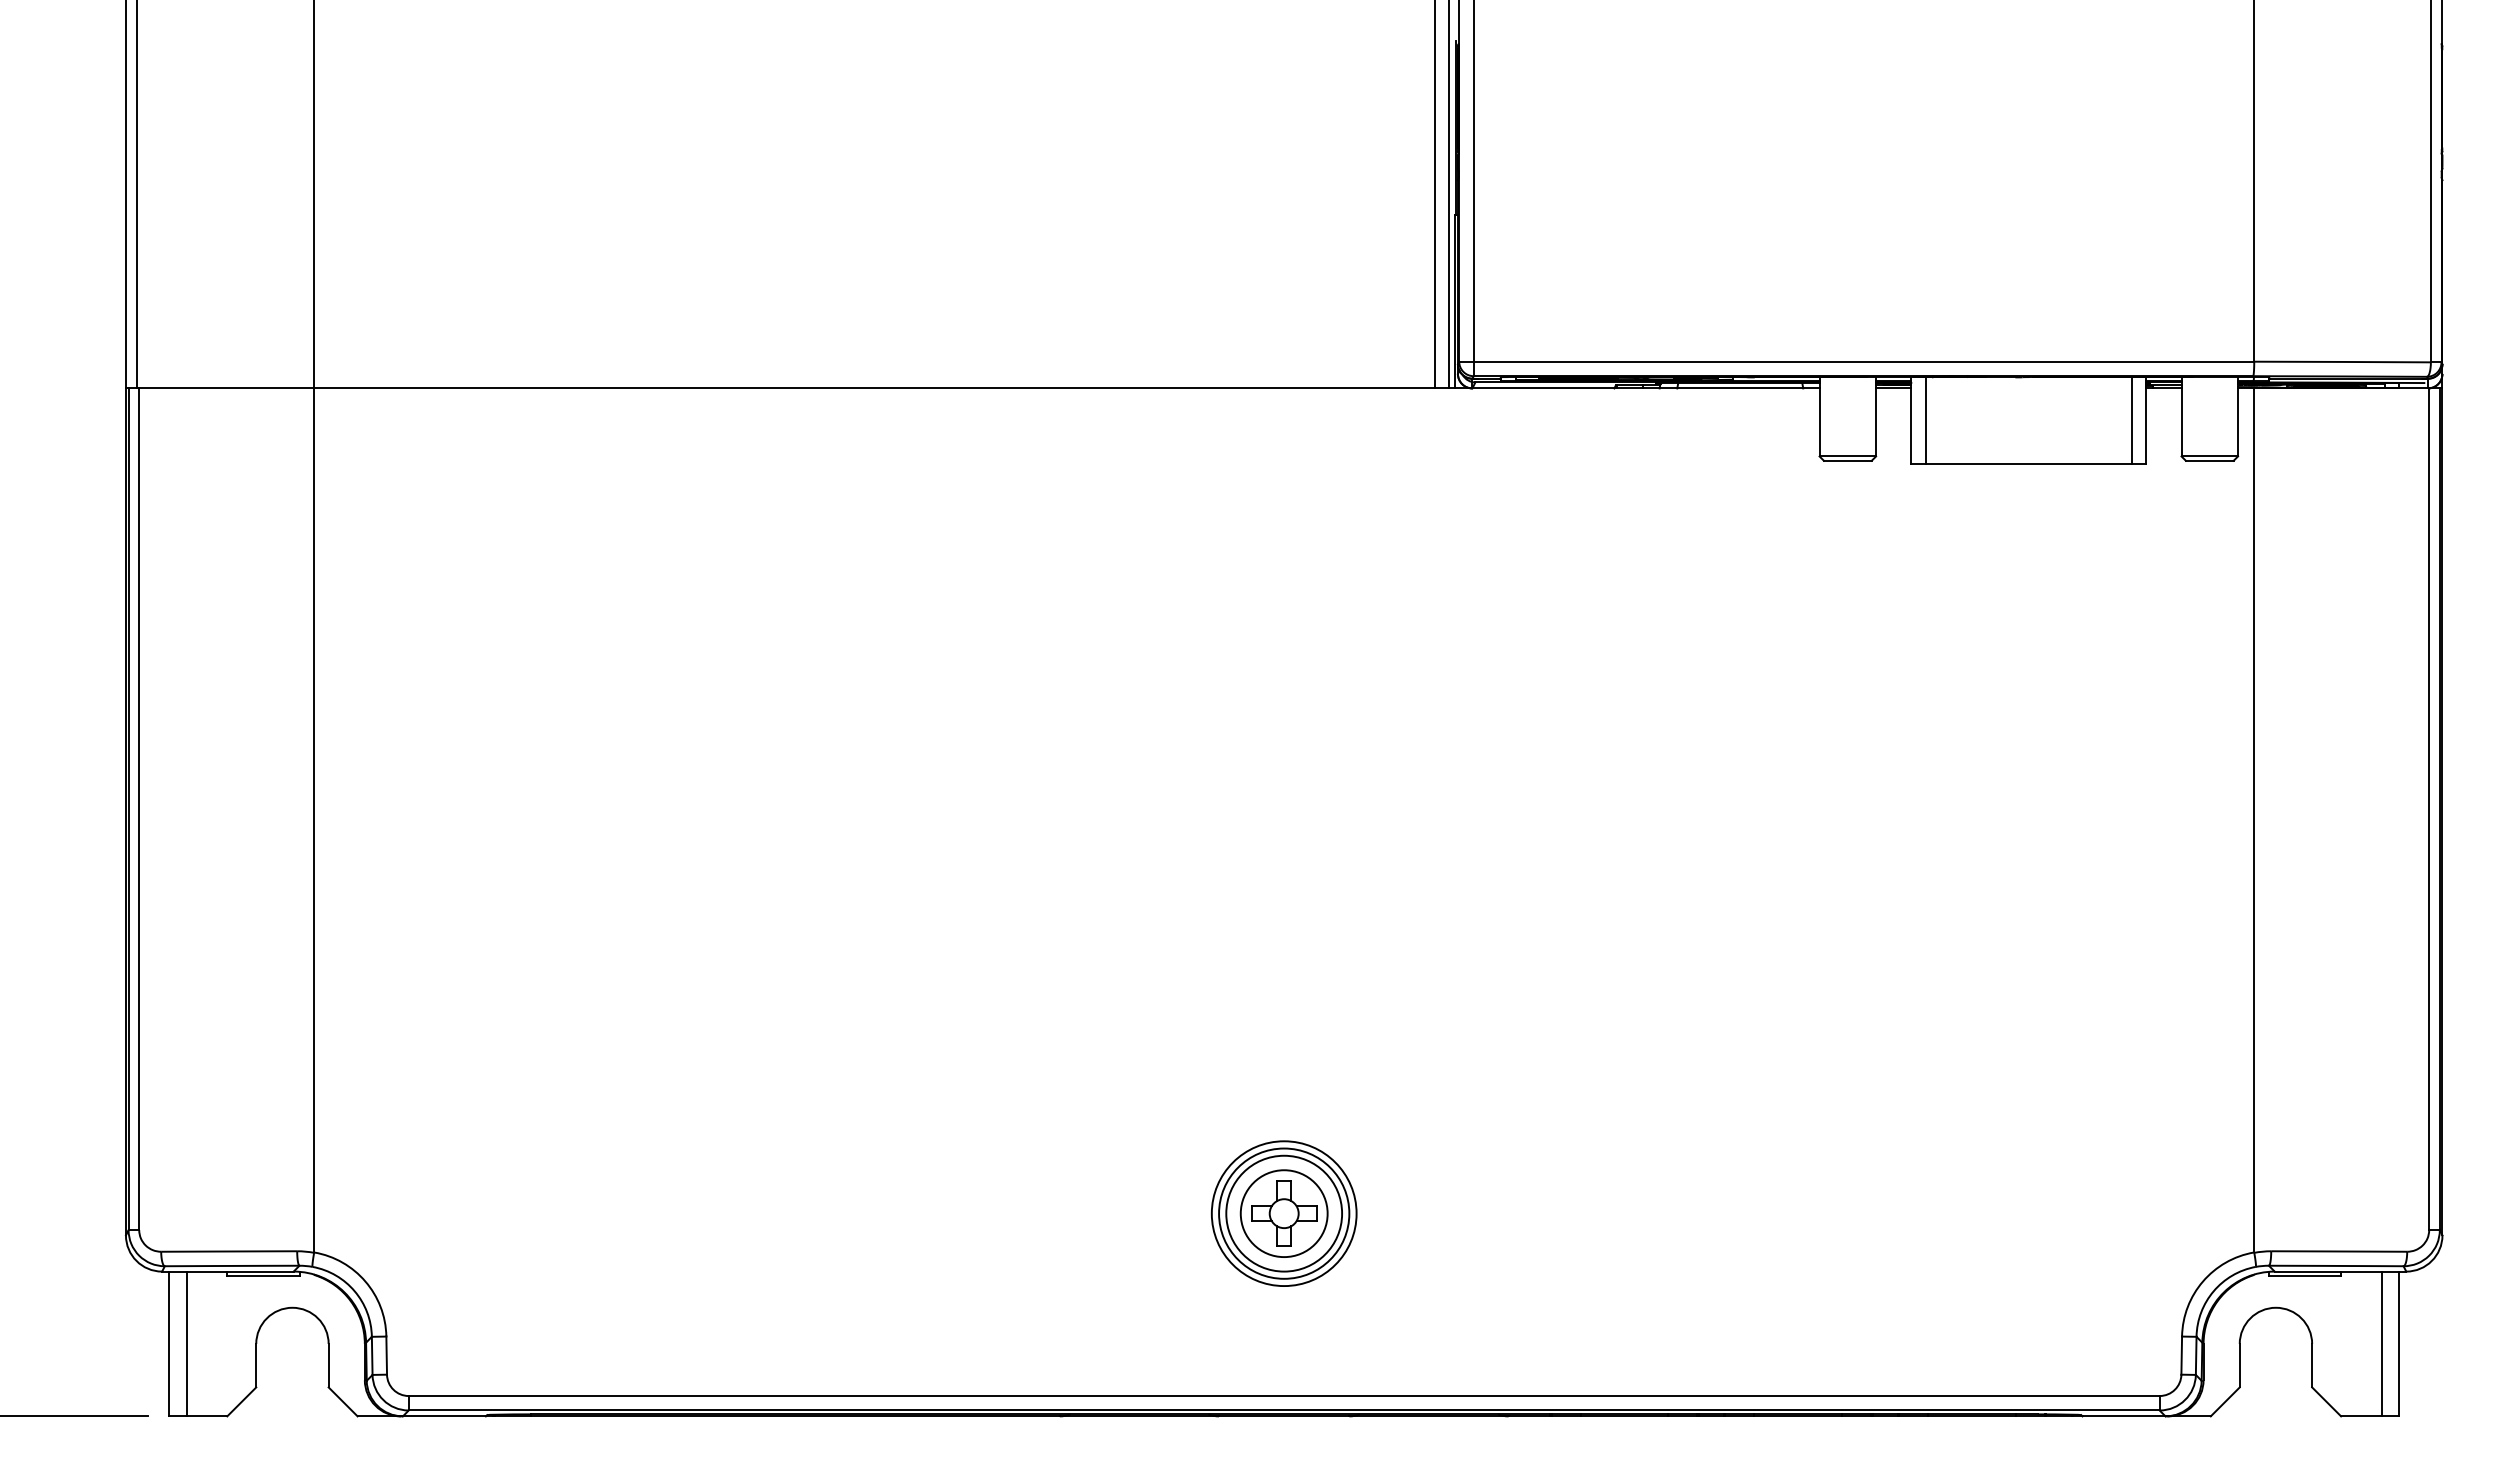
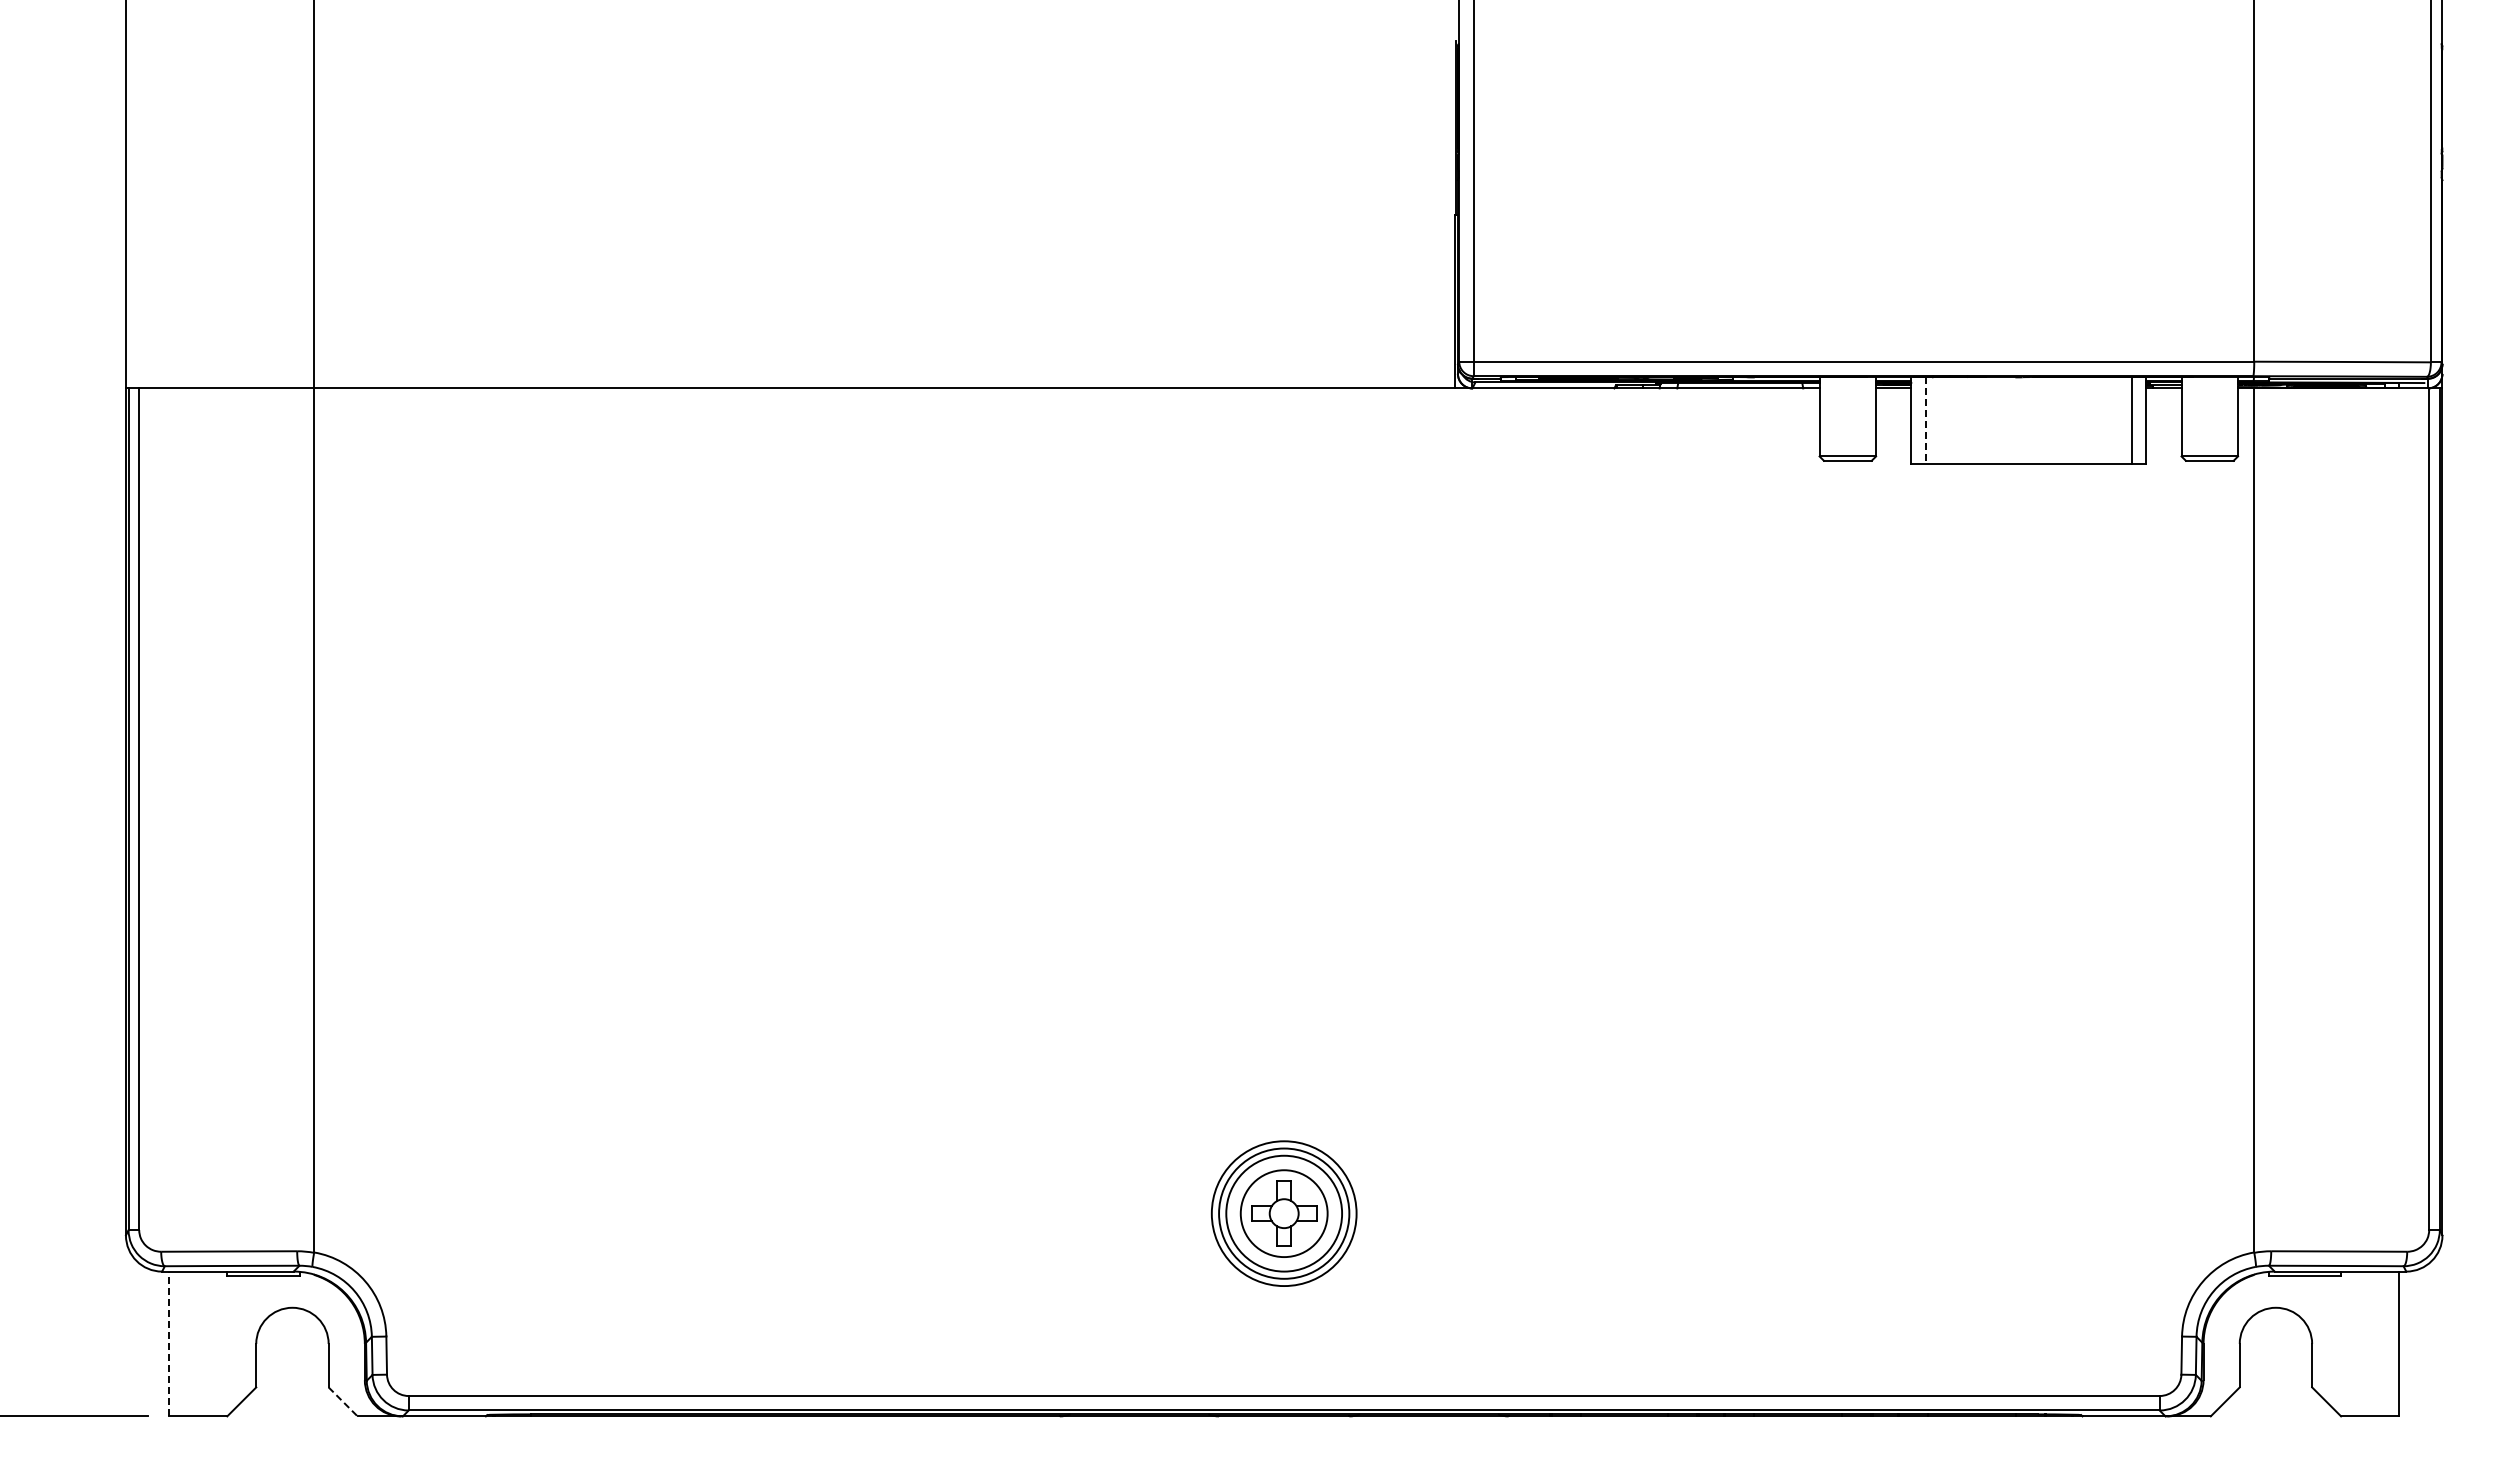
line at (136, 195): present -> none
line at (1434, 195): present -> none
line at (1449, 195): present -> none
line at (1925, 421): solid -> dashed
line at (169, 1343): solid -> dashed
line at (186, 1343): present -> none
line at (2381, 1343): present -> none
line at (343, 1402): solid -> dashed
